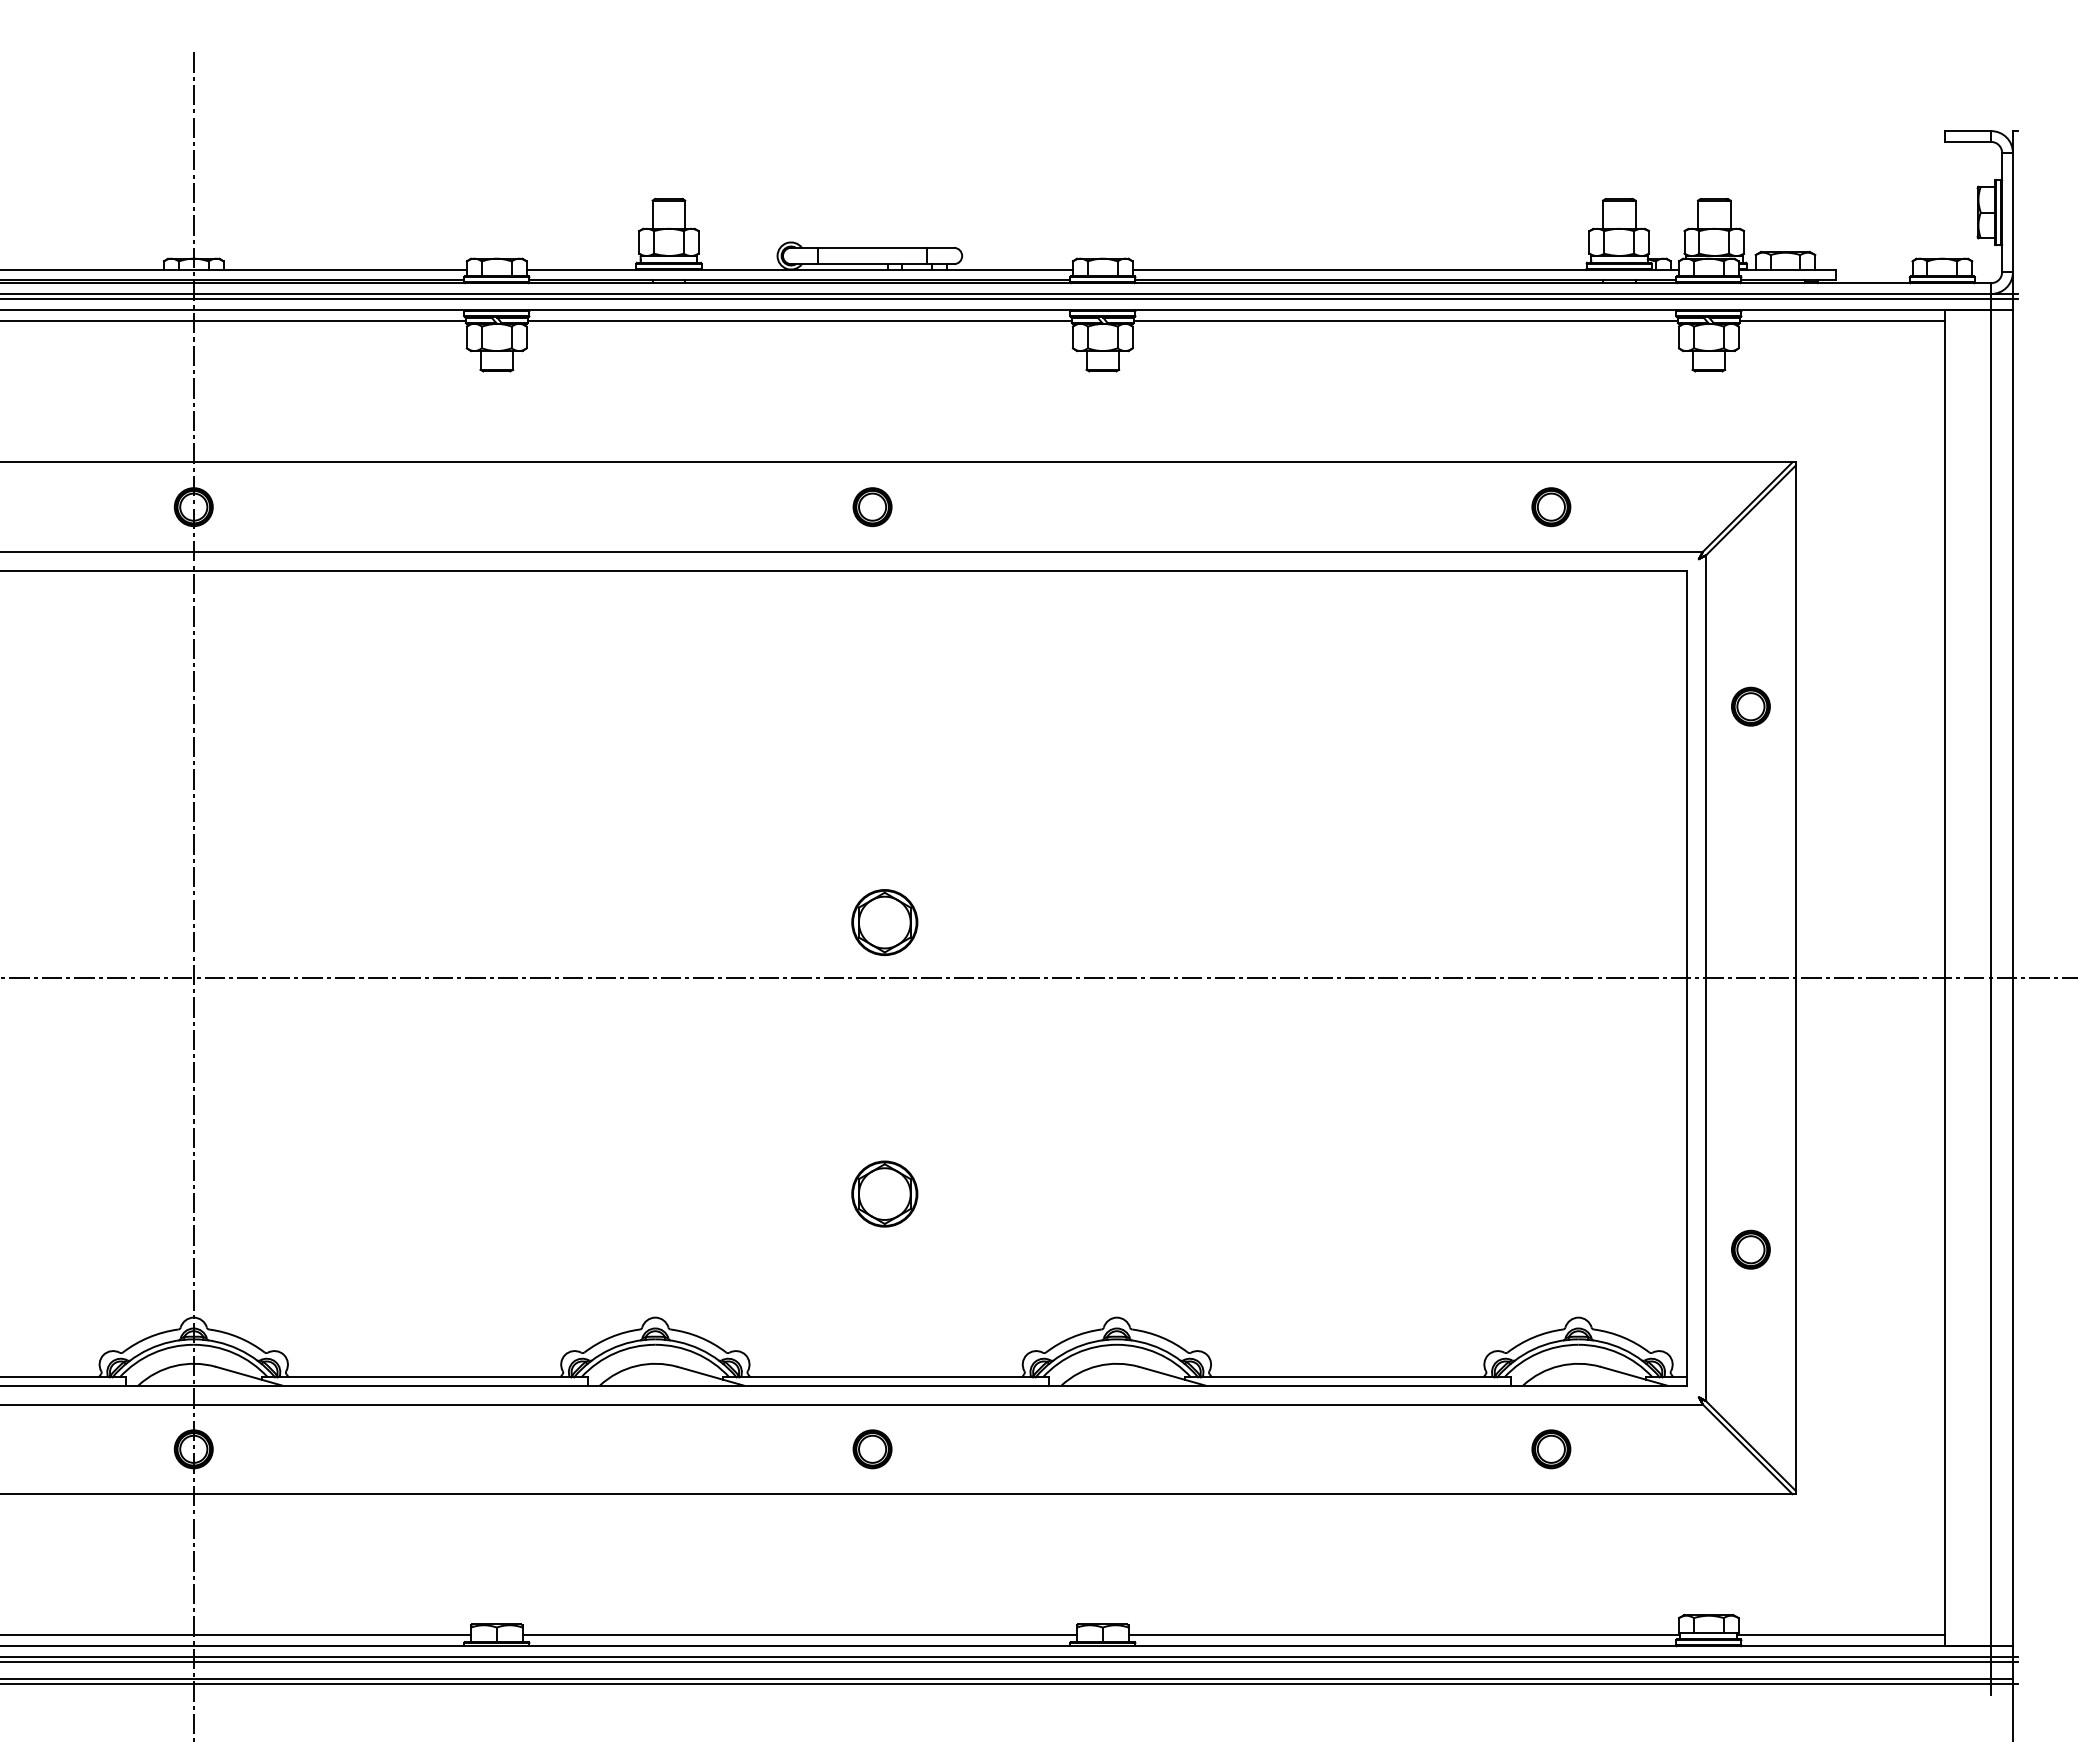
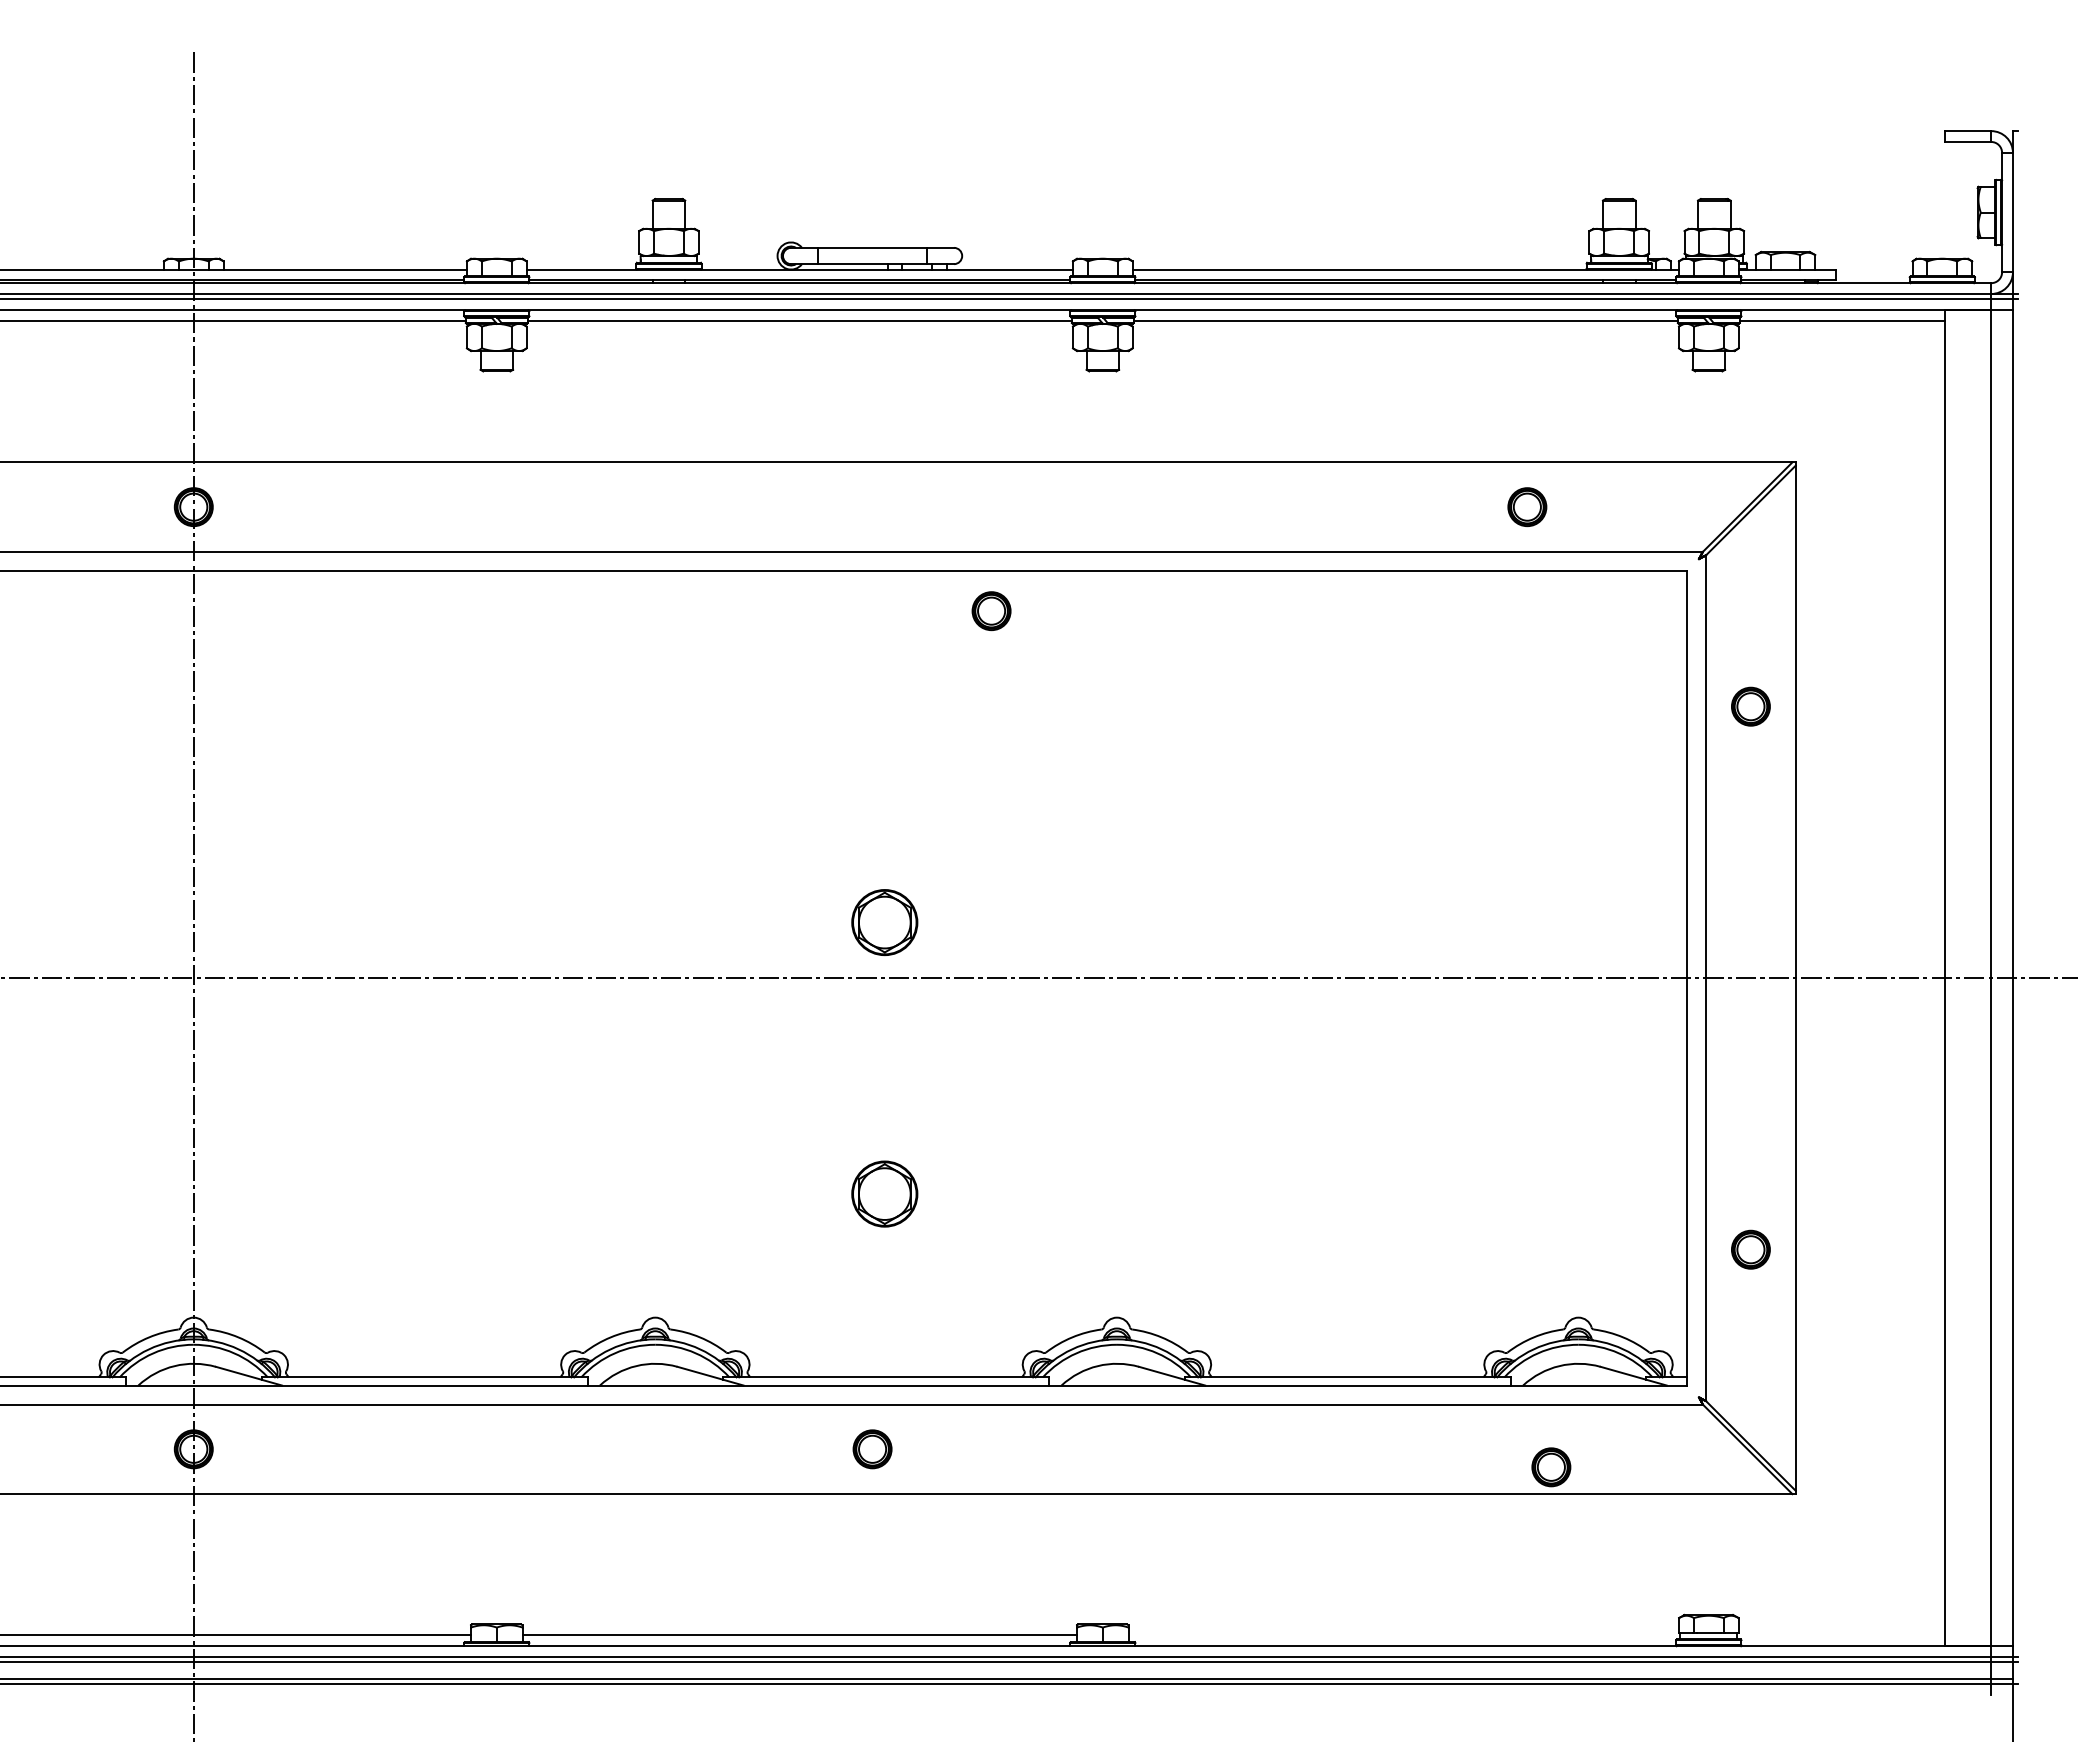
part at (872, 507) position: (872, 507) -> (991, 611)
part at (1551, 507) position: (1551, 507) -> (1527, 507)
part at (1551, 1449) position: (1551, 1449) -> (1551, 1467)
line at (1404, 1635): present -> none
line at (1841, 1635): present -> none
